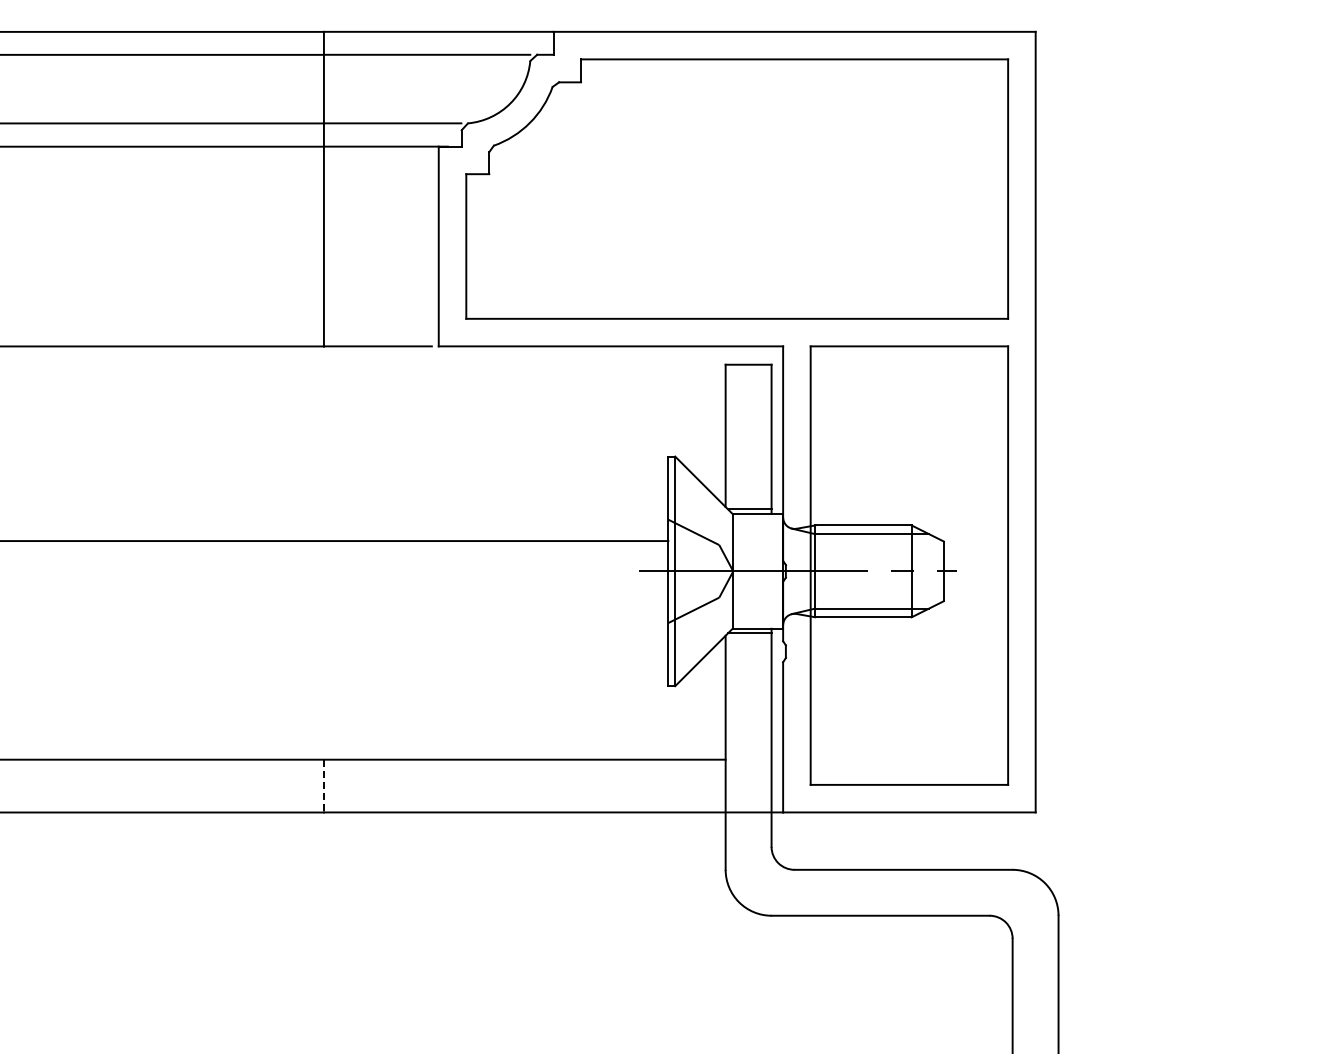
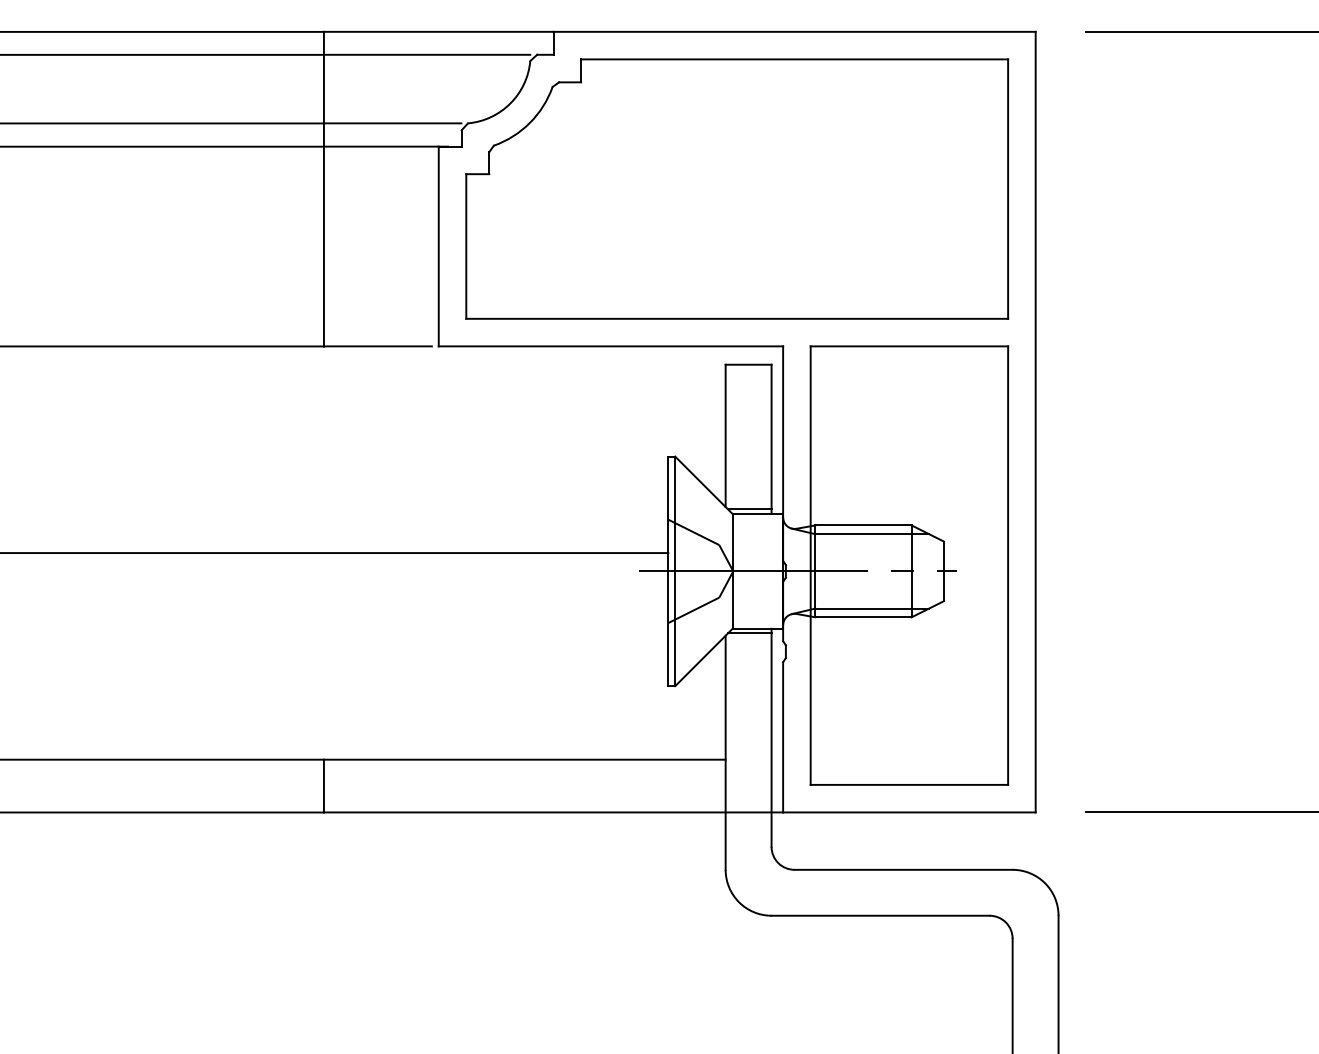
line at (1200, 31): none -> present
line at (335, 541) position: (335, 541) -> (335, 553)
line at (323, 786): dashed -> solid
line at (1200, 812): none -> present
